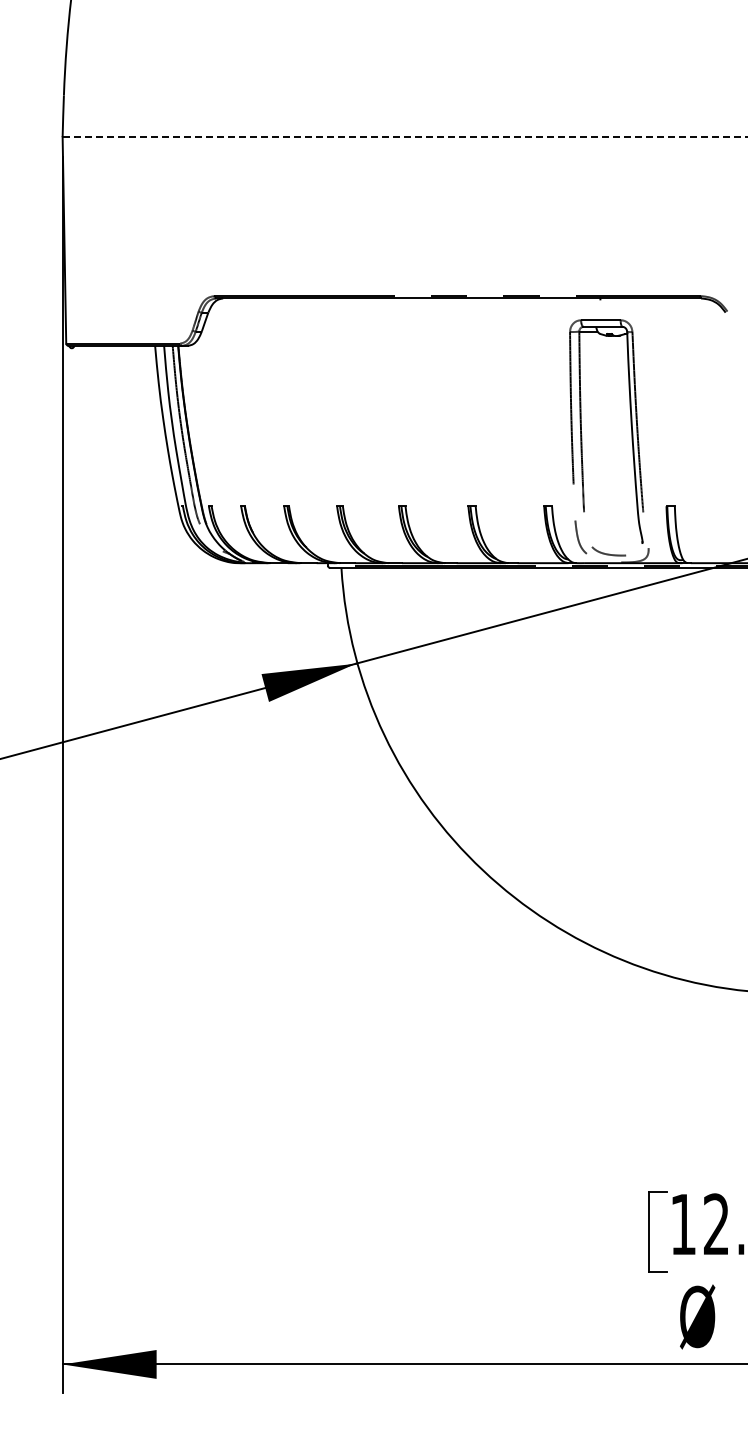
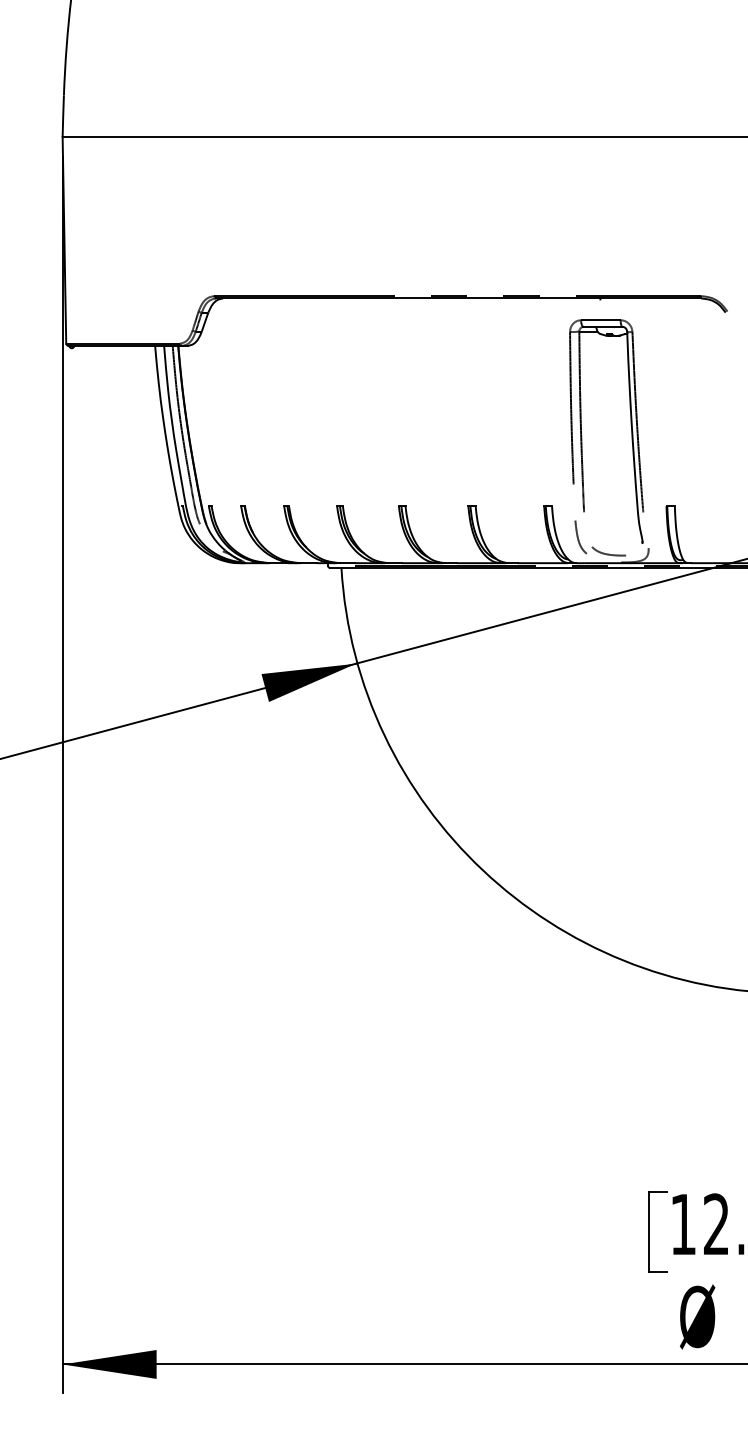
line at (405, 137): dashed -> solid
